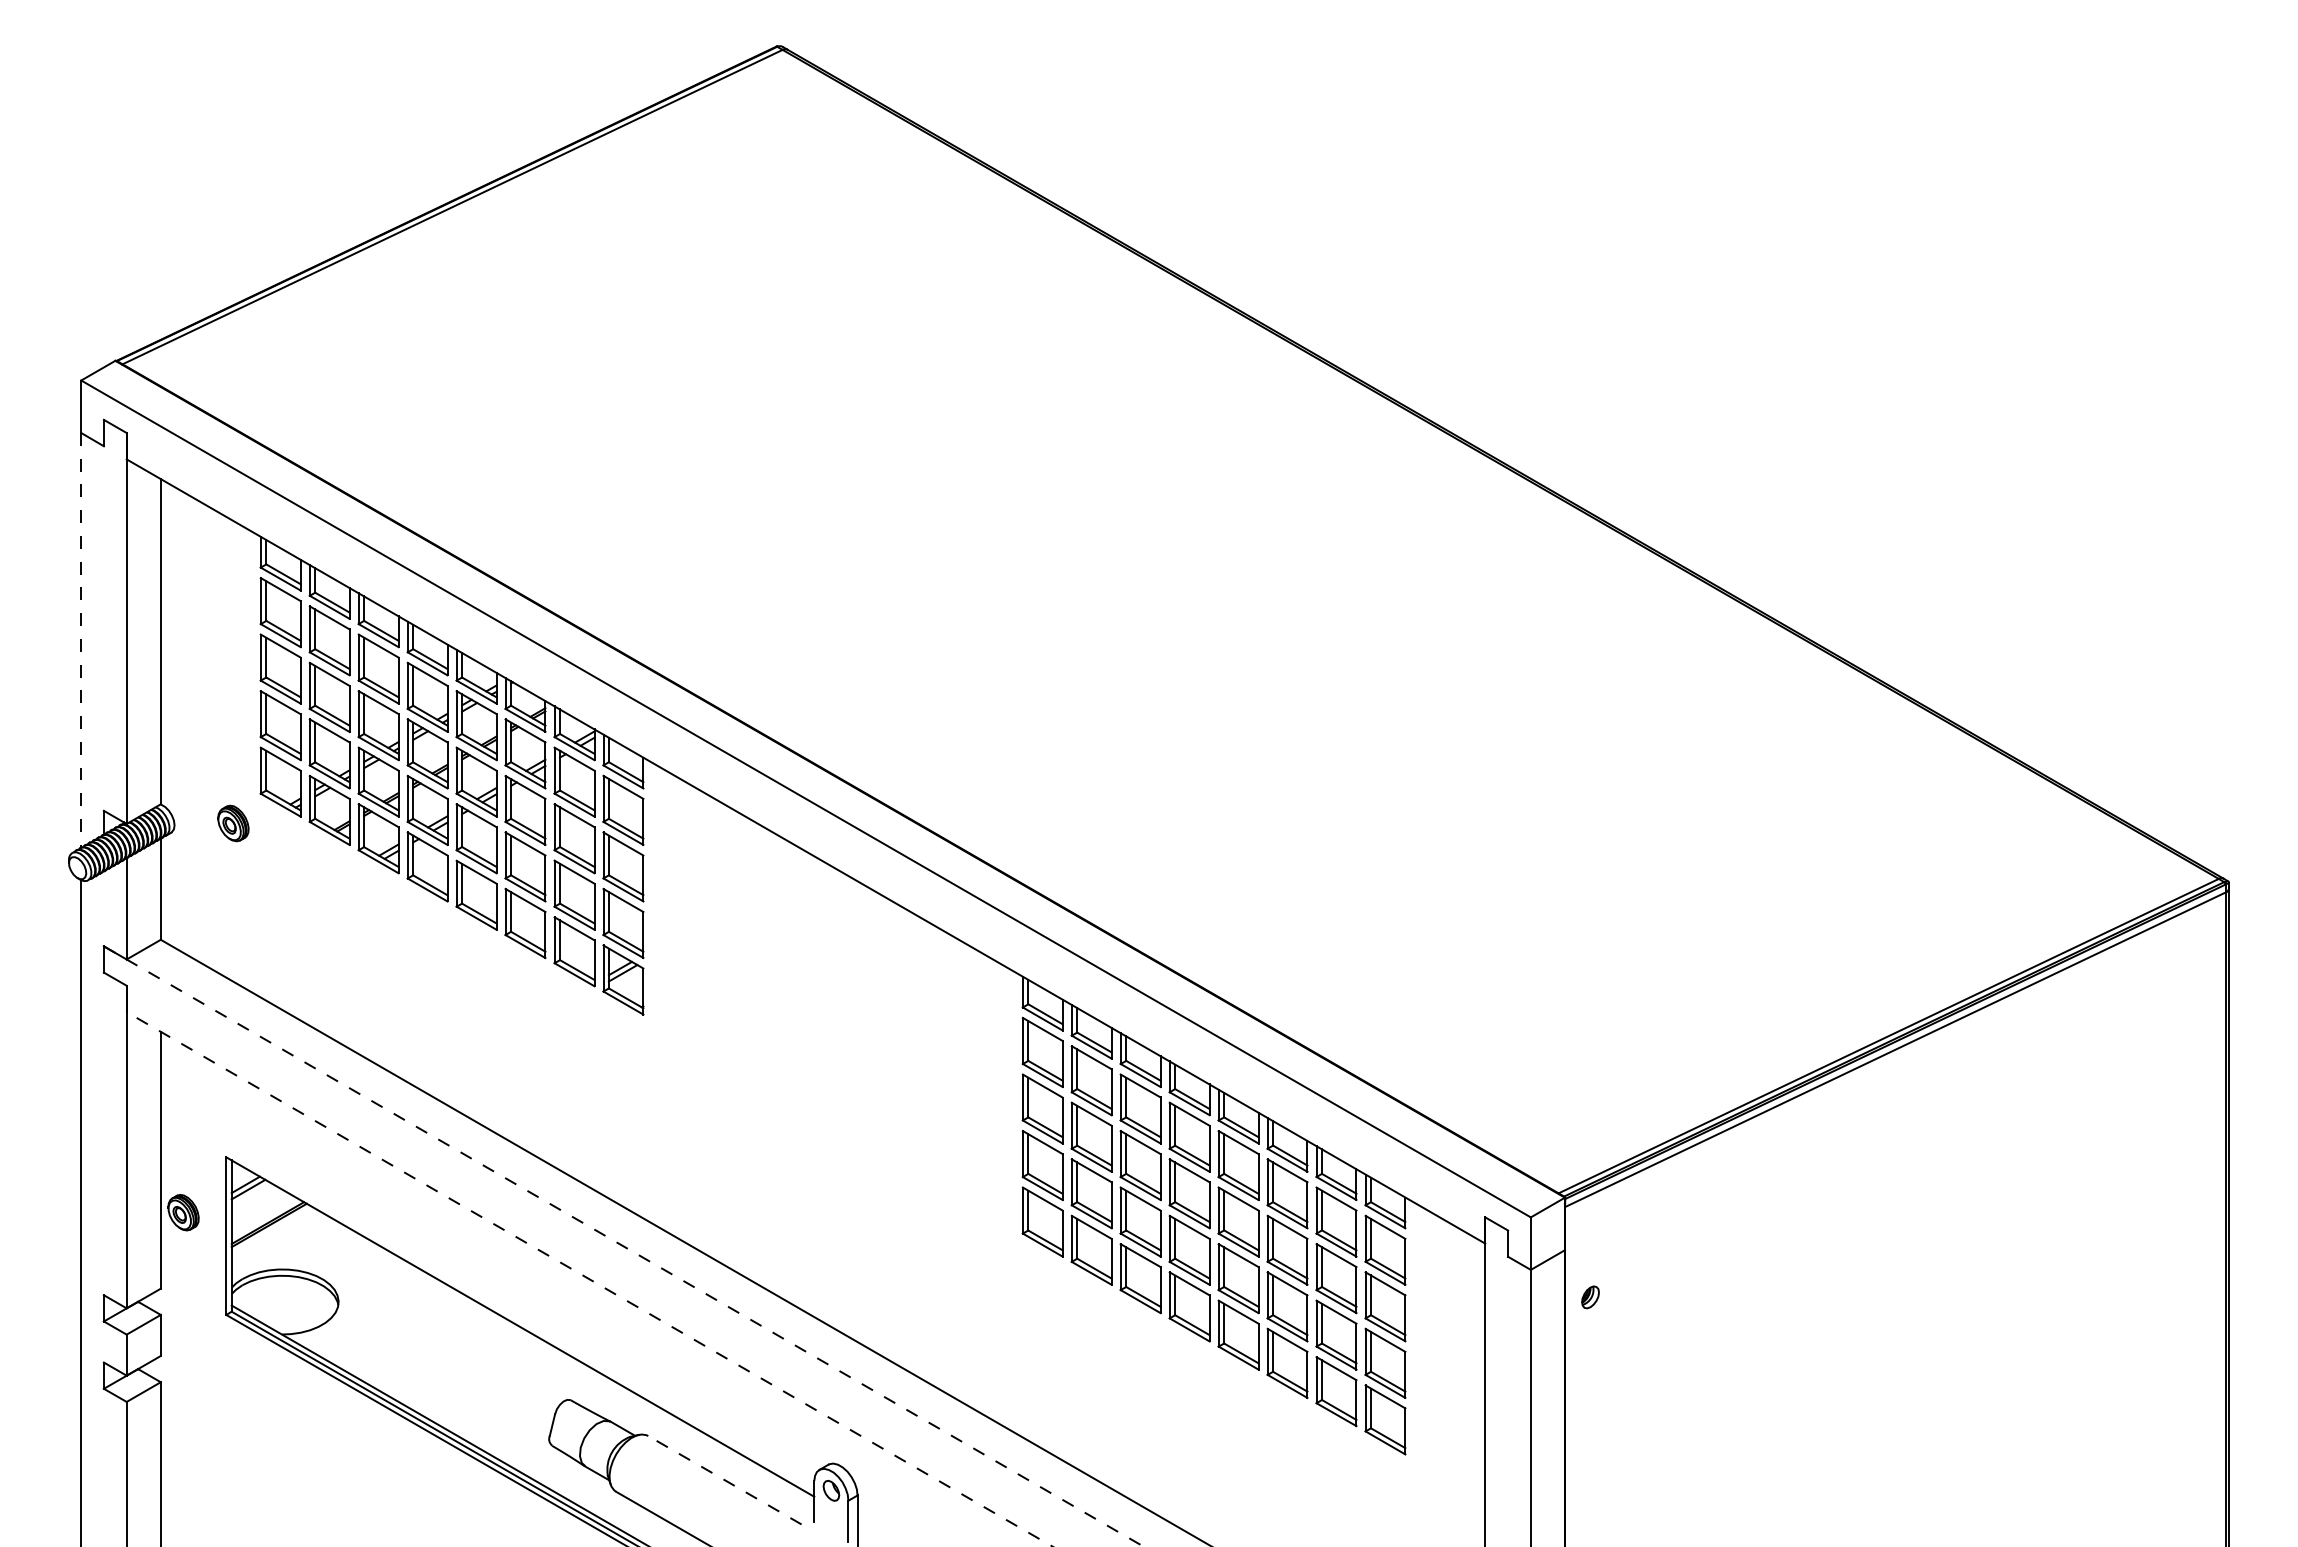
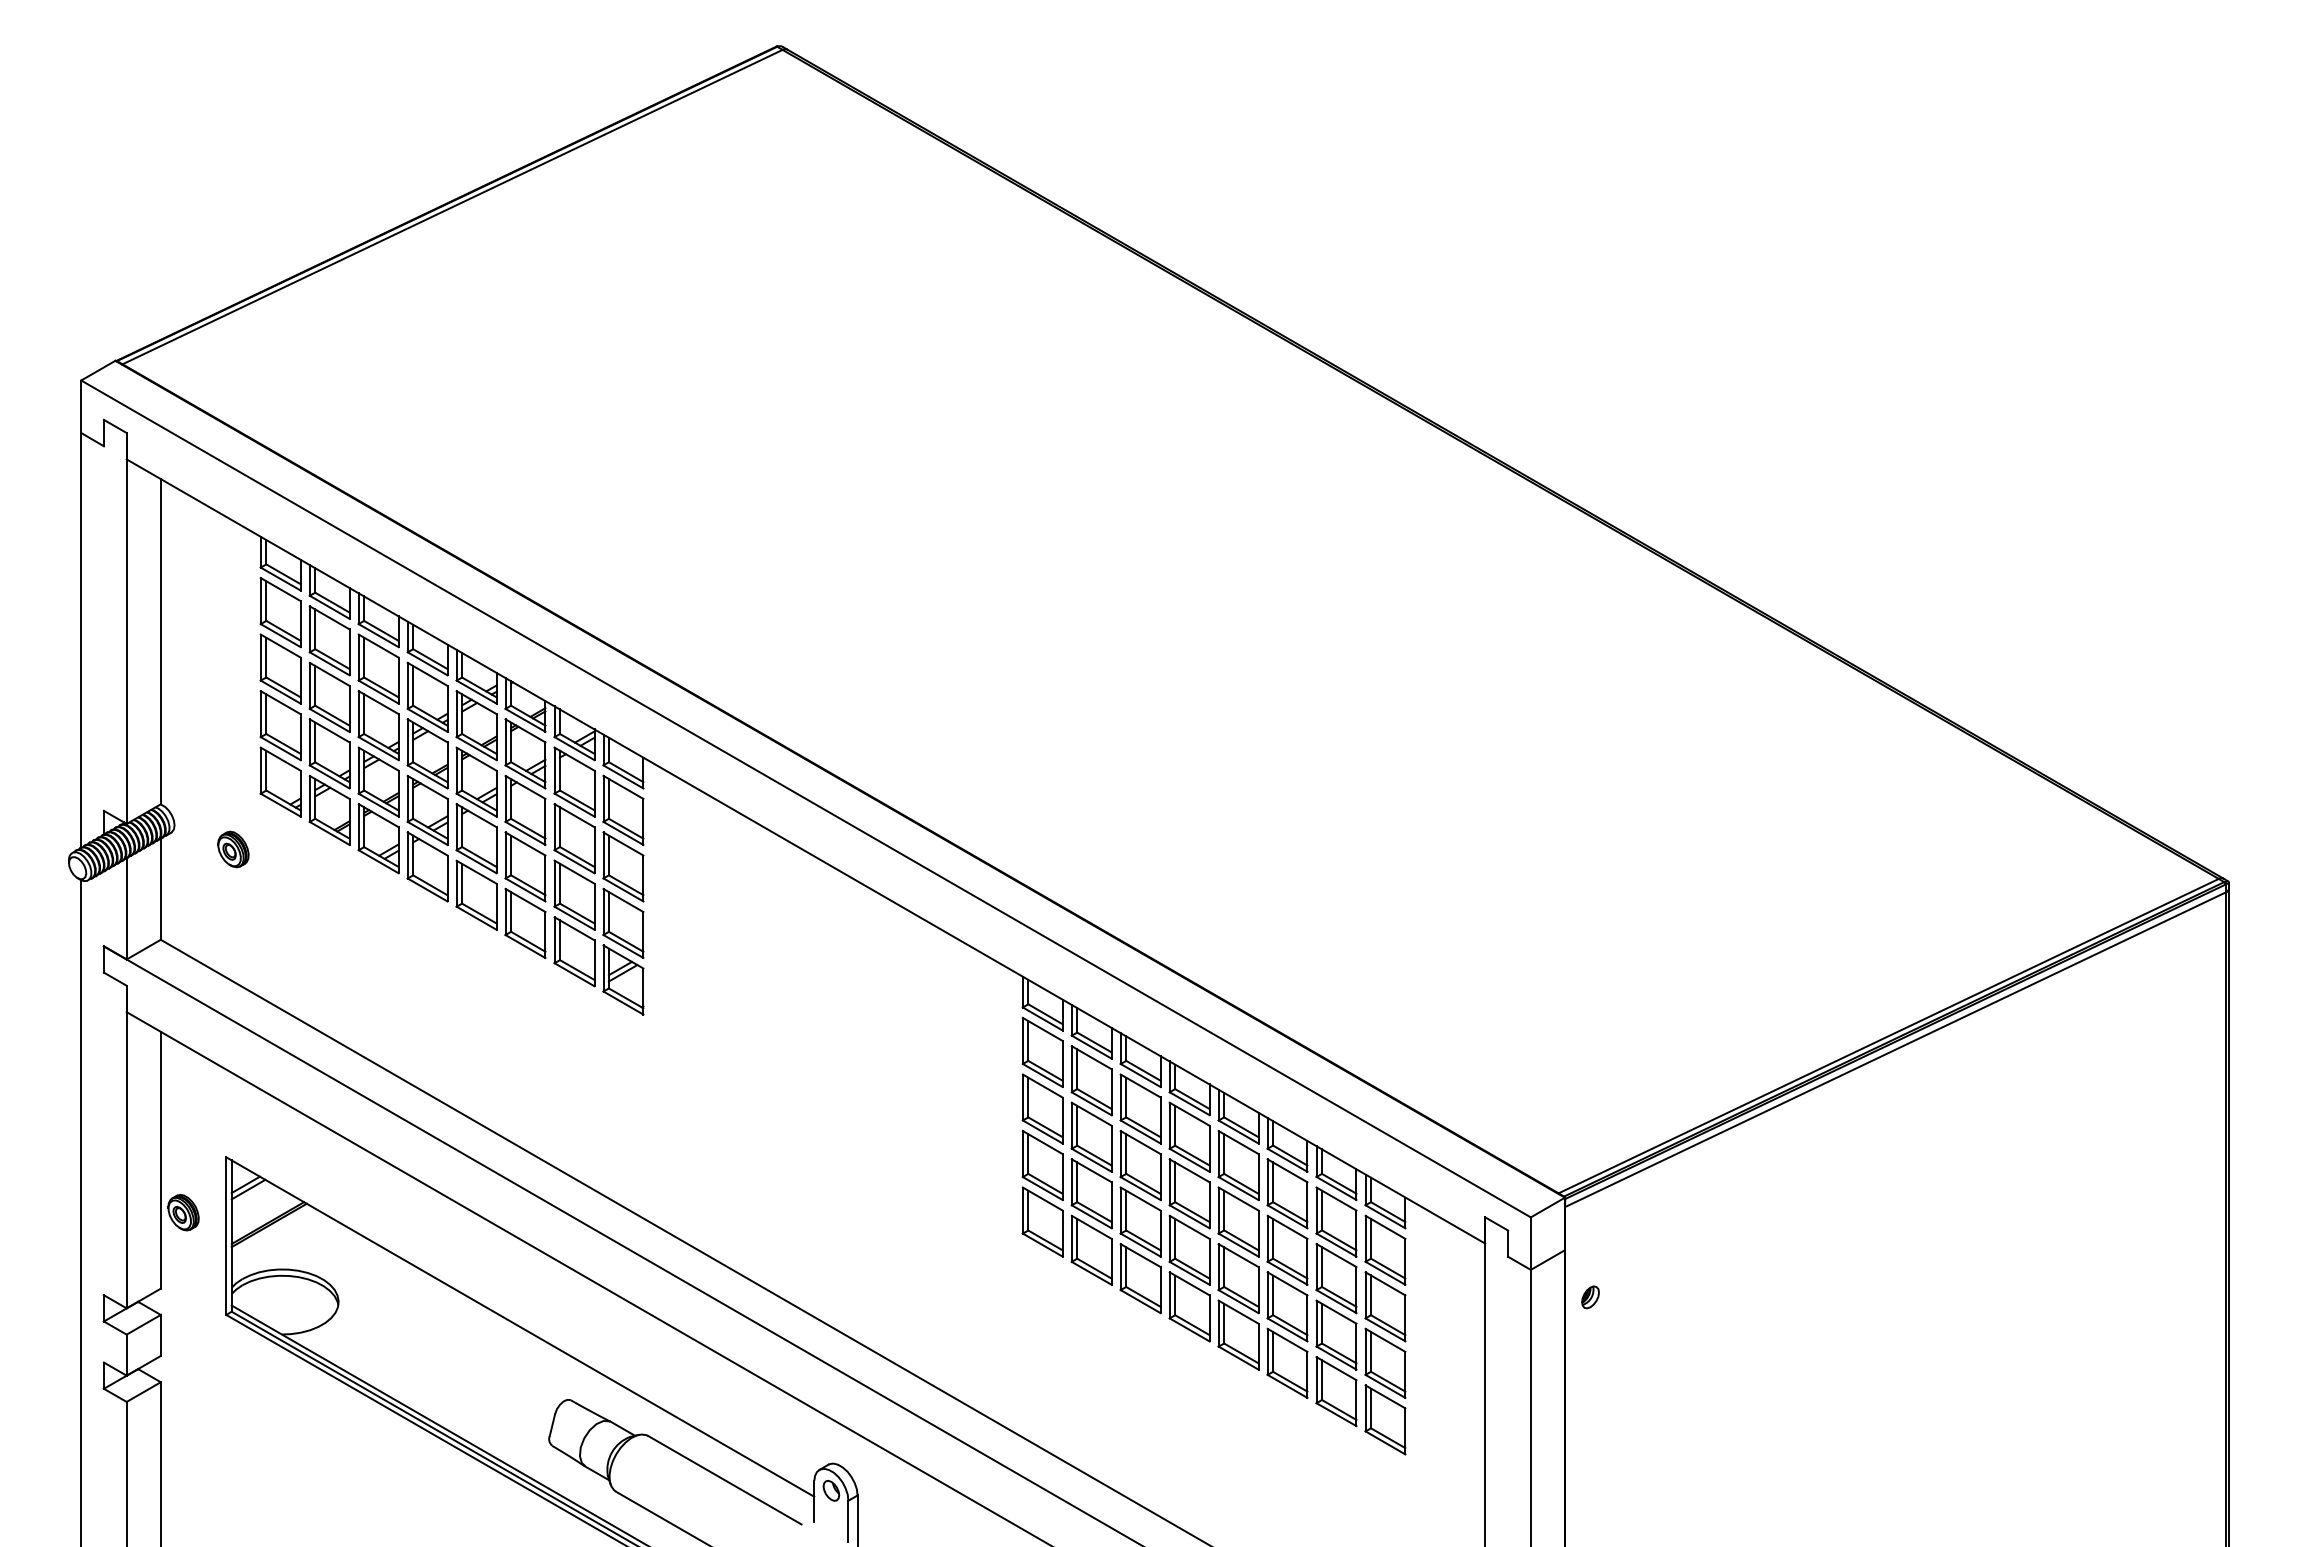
line at (81, 640): dashed -> solid
part at (233, 823) position: (233, 823) -> (233, 849)
line at (624, 1246): dashed -> solid
line at (589, 1279): dashed -> solid
line at (724, 1480): dashed -> solid
